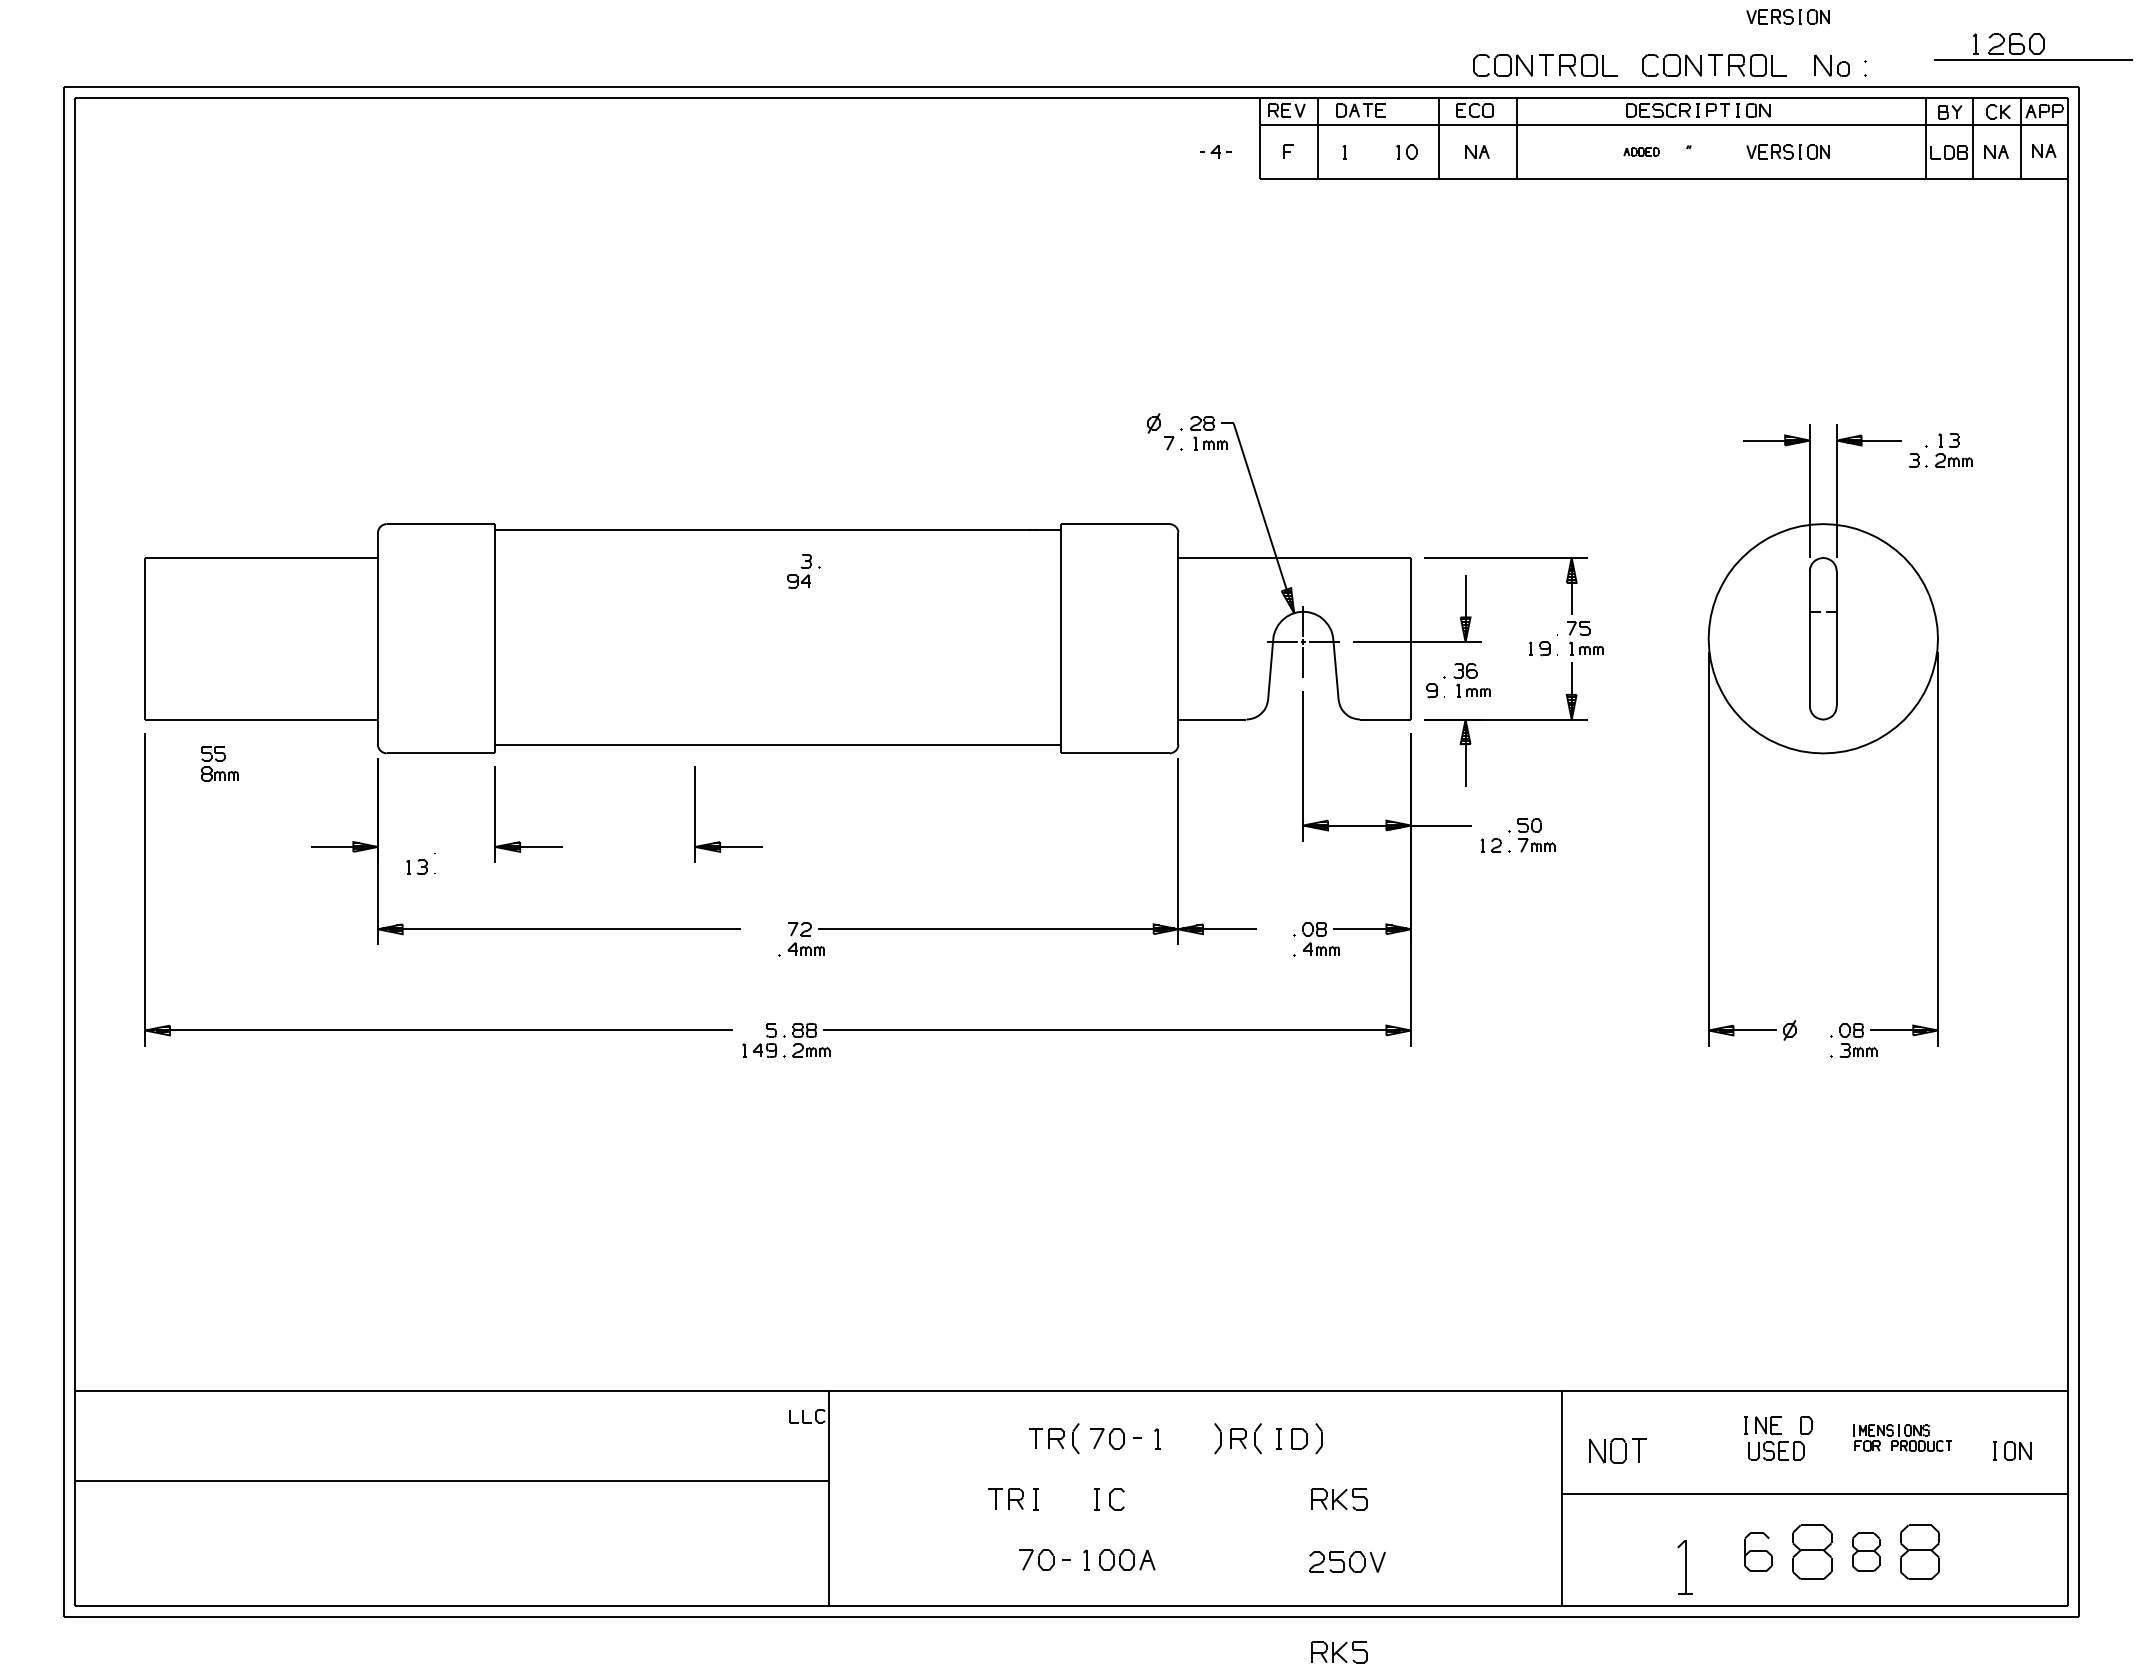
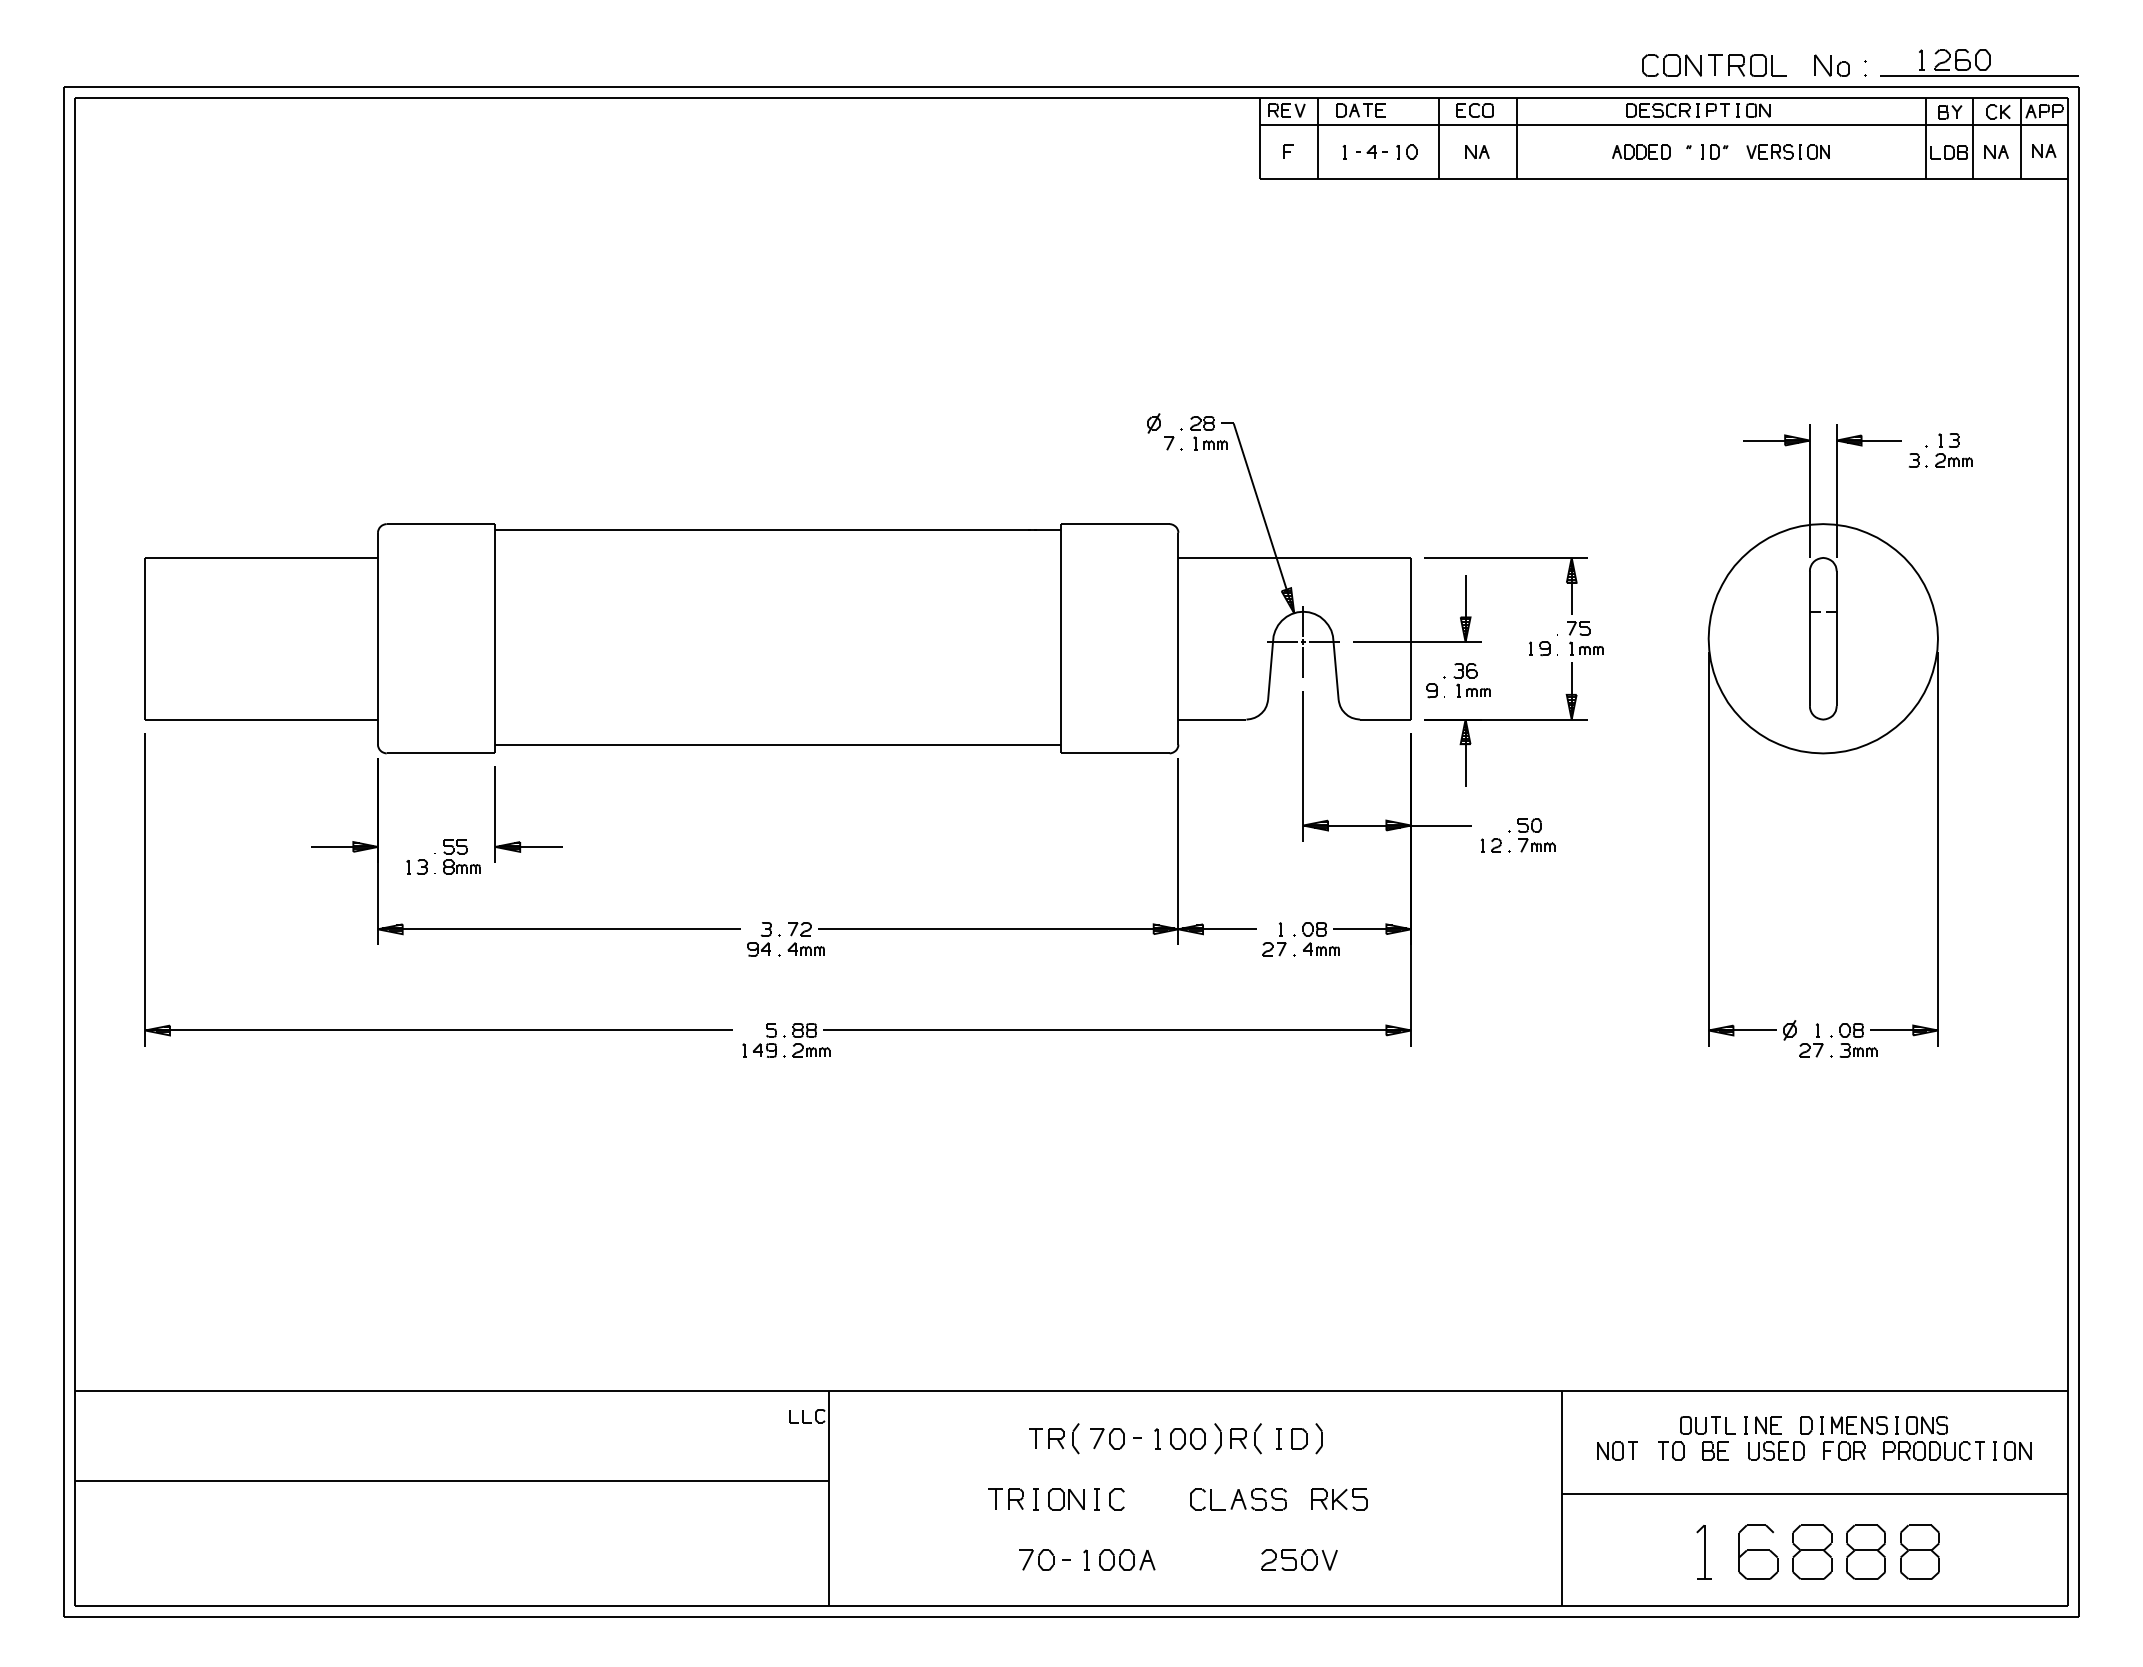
part at (1787, 16): present -> none
part at (2033, 46) position: (2033, 46) -> (1979, 62)
part at (1545, 65): present -> none
part at (1215, 151) position: (1215, 151) -> (1371, 151)
part at (1641, 151) size: 37x10 px -> 59x16 px
part at (1714, 151): none -> present
part at (803, 571) position: (803, 571) -> (763, 939)
part at (219, 763) position: (219, 763) -> (461, 856)
part at (719, 841): present -> none
part at (1274, 939): none -> present
part at (1811, 1040): none -> present
part at (1902, 1437) size: 99x28 px -> 165x45 px
part at (1187, 1438): none -> present
part at (1696, 1438): none -> present
part at (1617, 1450) size: 58x26 px -> 41x20 px
part at (1066, 1499): none -> present
part at (1238, 1499): none -> present
part at (1758, 1551) size: 29x40 px -> 41x56 px
part at (1866, 1551) size: 29x40 px -> 40x56 px
part at (1347, 1561) position: (1347, 1561) -> (1299, 1559)
part at (1684, 1567) position: (1684, 1567) -> (1703, 1552)
part at (1339, 1652): present -> none
